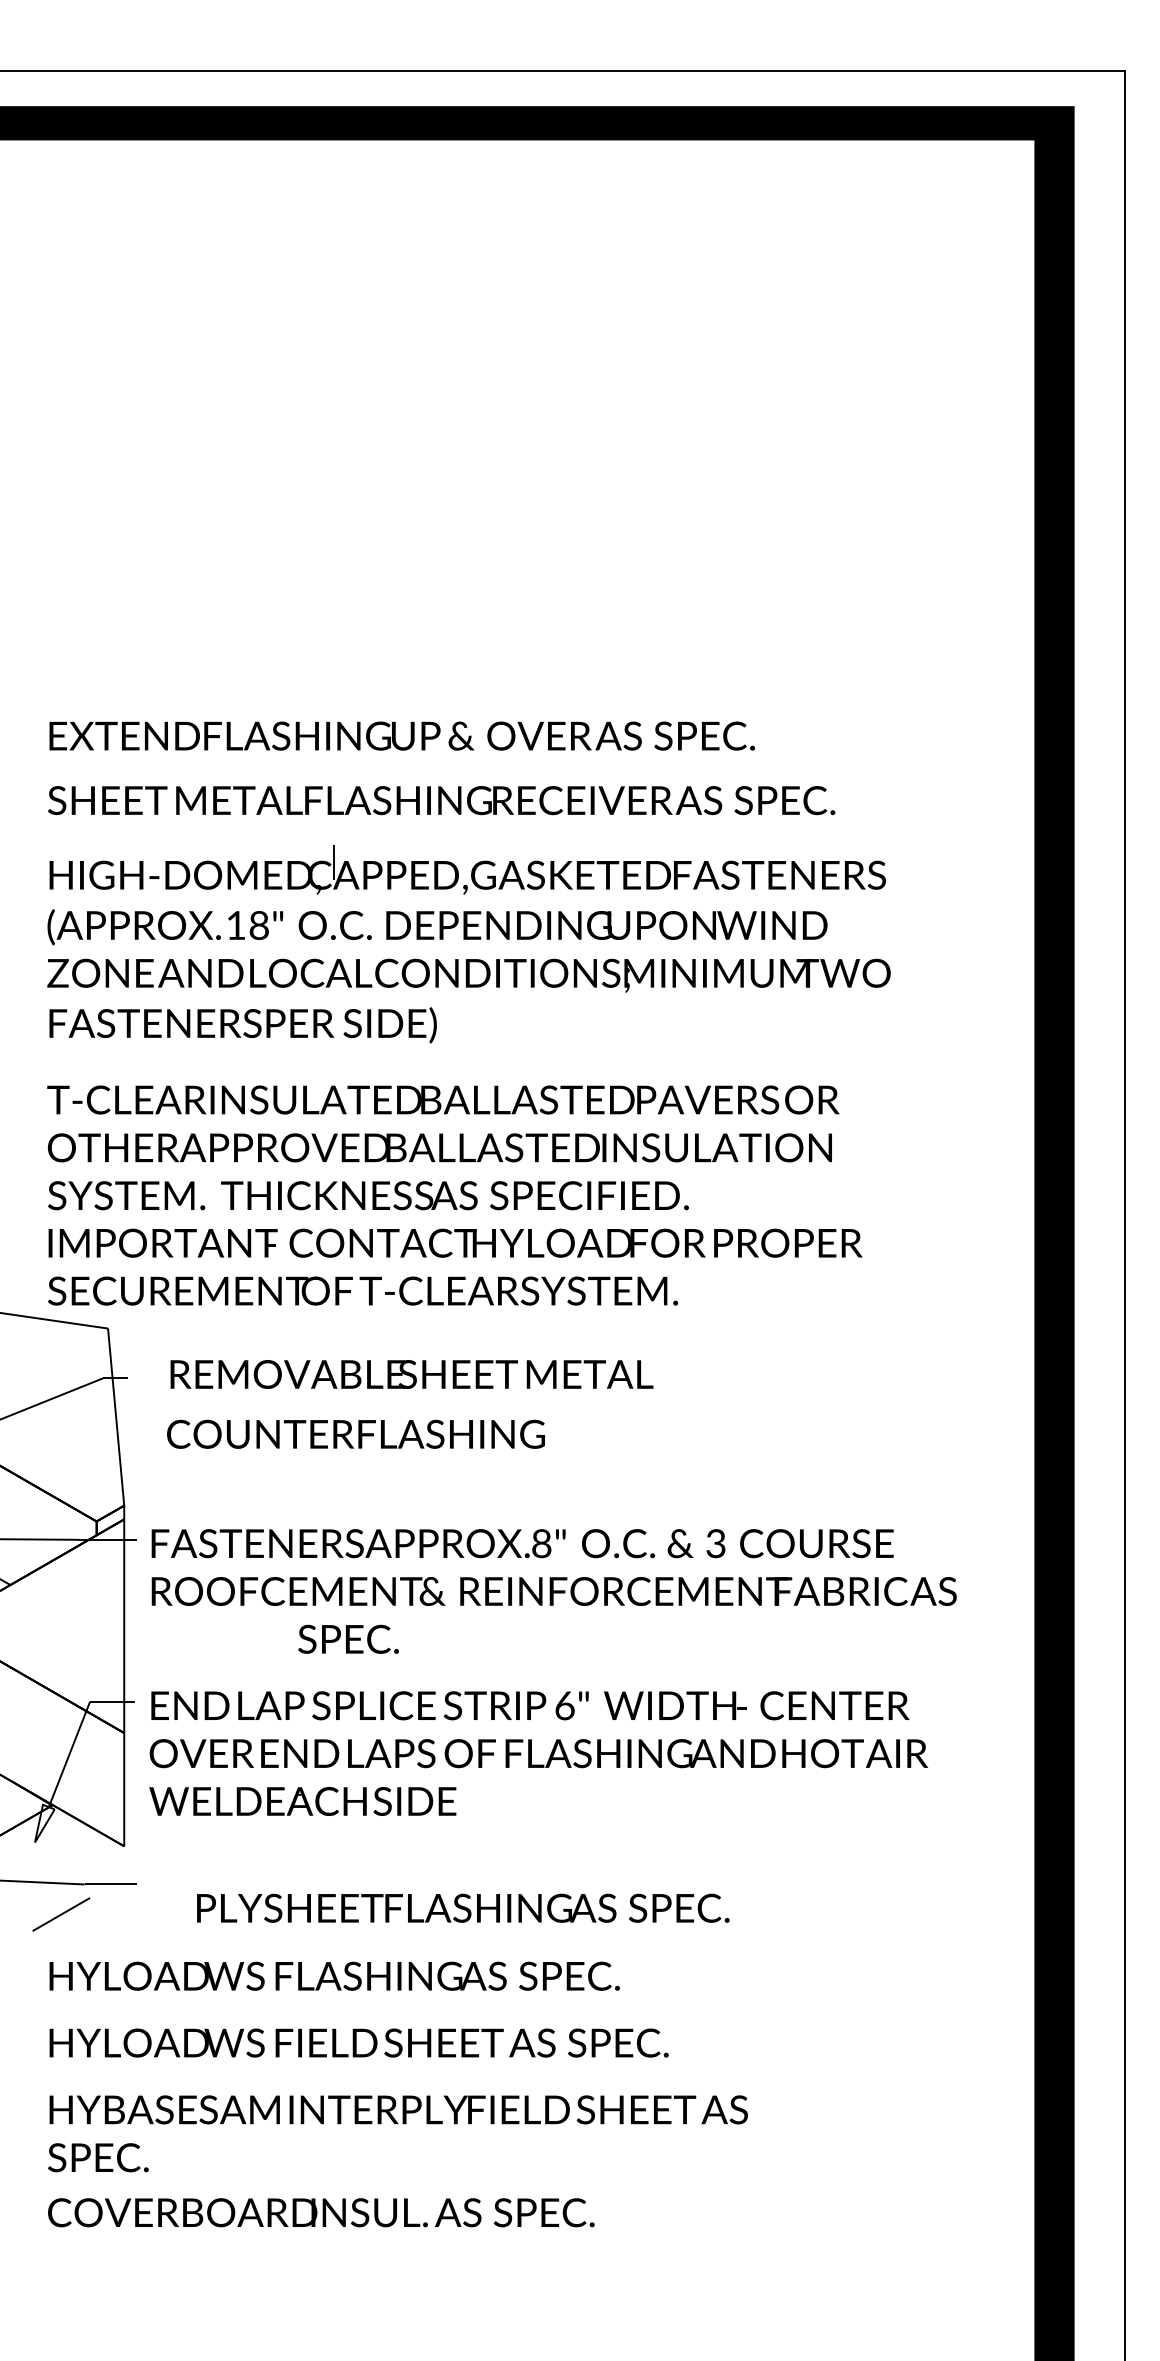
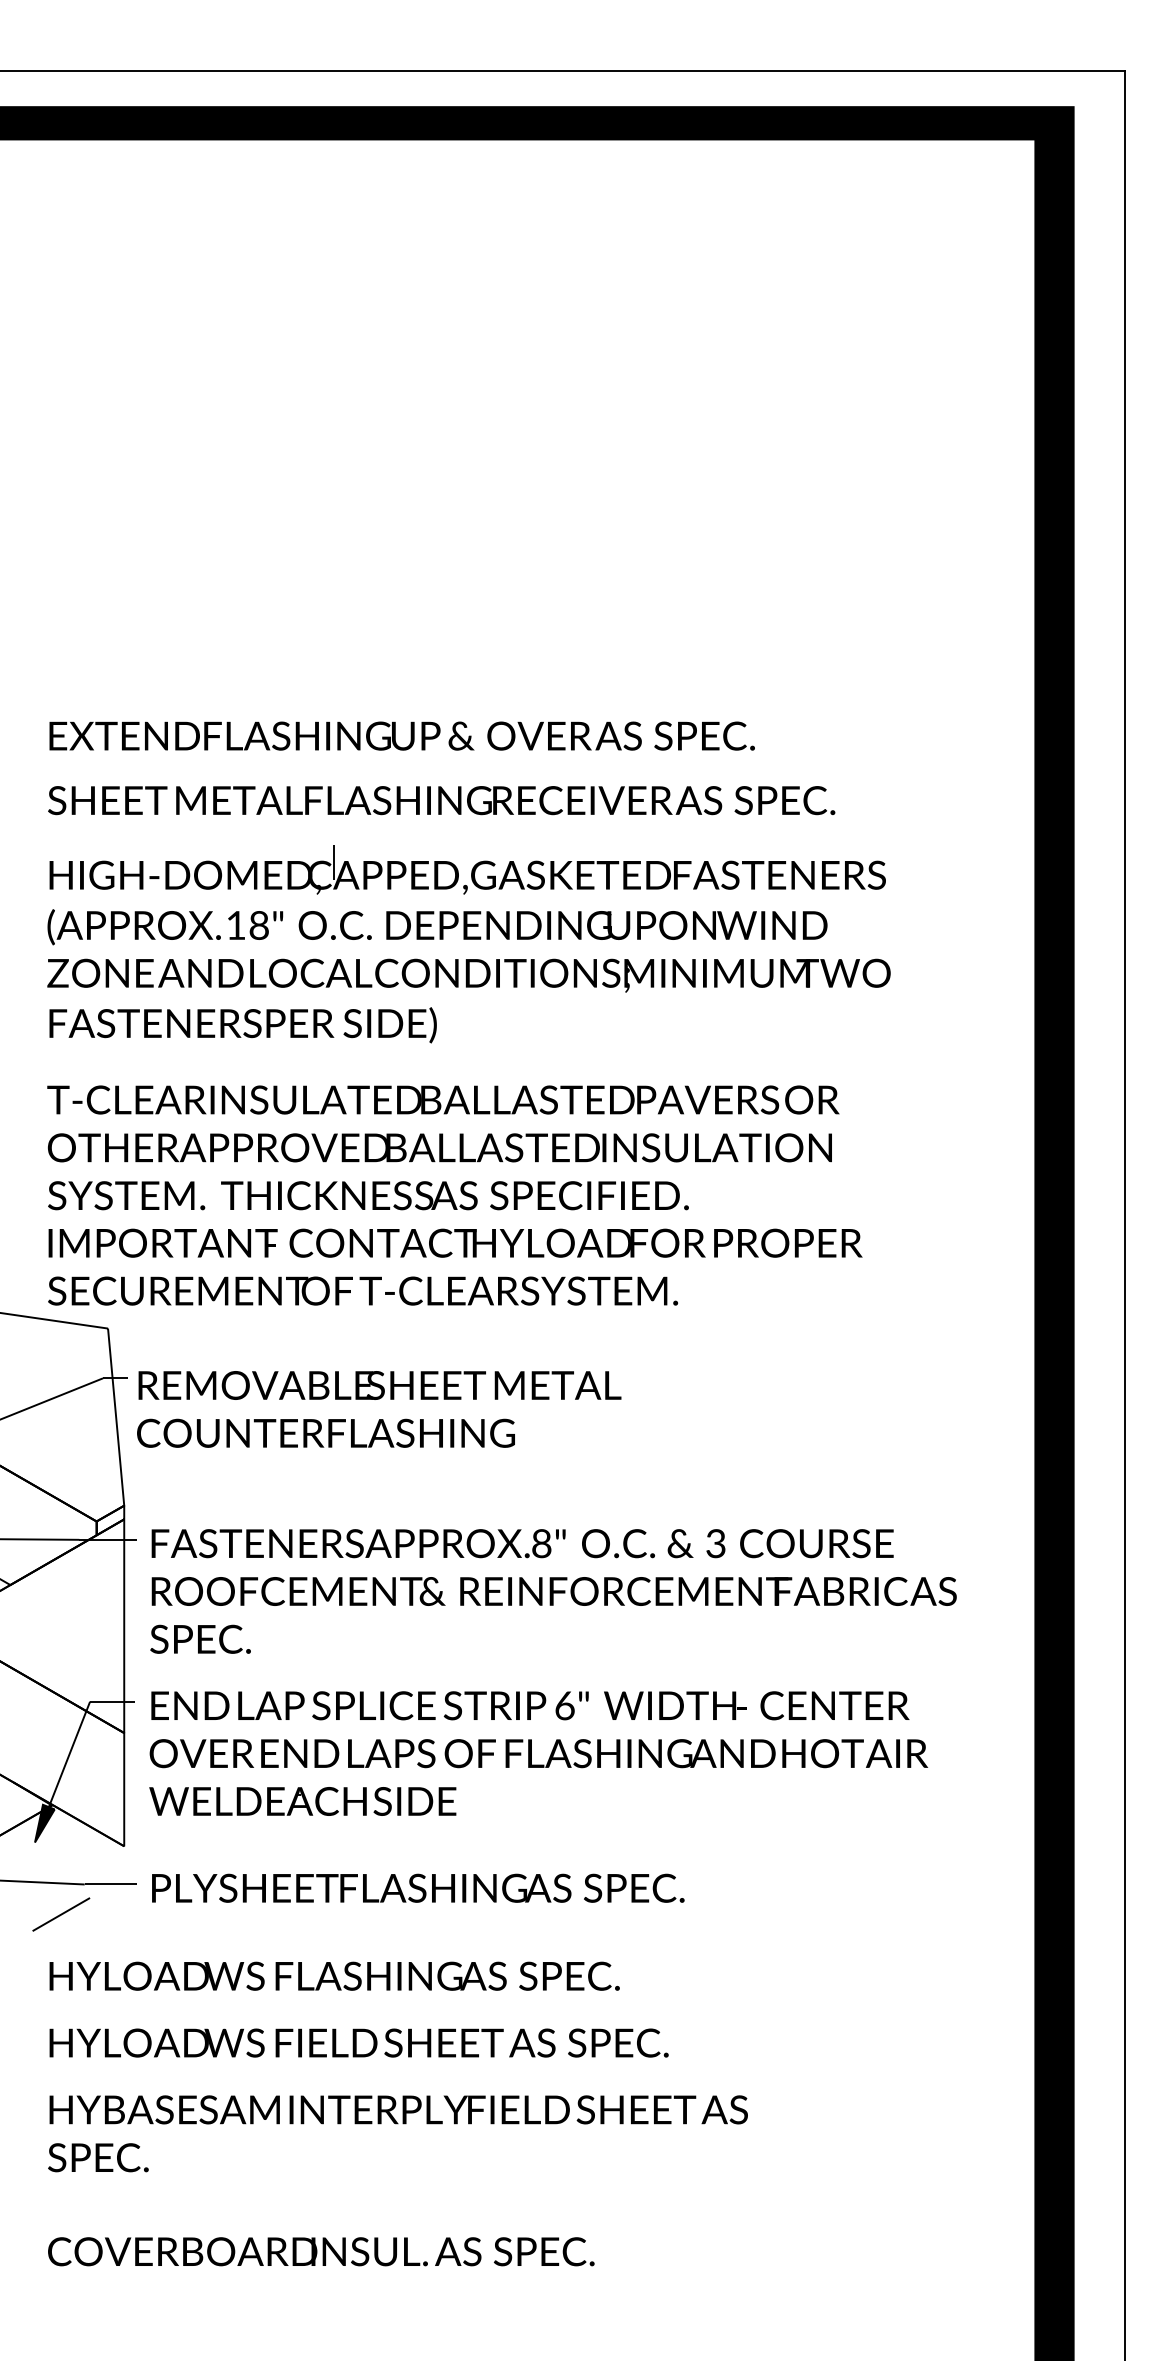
text at (411, 1374) position: (411, 1374) -> (379, 1385)
text at (355, 1433) position: (355, 1433) -> (325, 1432)
text at (348, 1638) position: (348, 1638) -> (200, 1638)
fill at (44, 1823): none -> present
text at (463, 1907) position: (463, 1907) -> (418, 1887)
text at (321, 2212) position: (321, 2212) -> (321, 2251)
